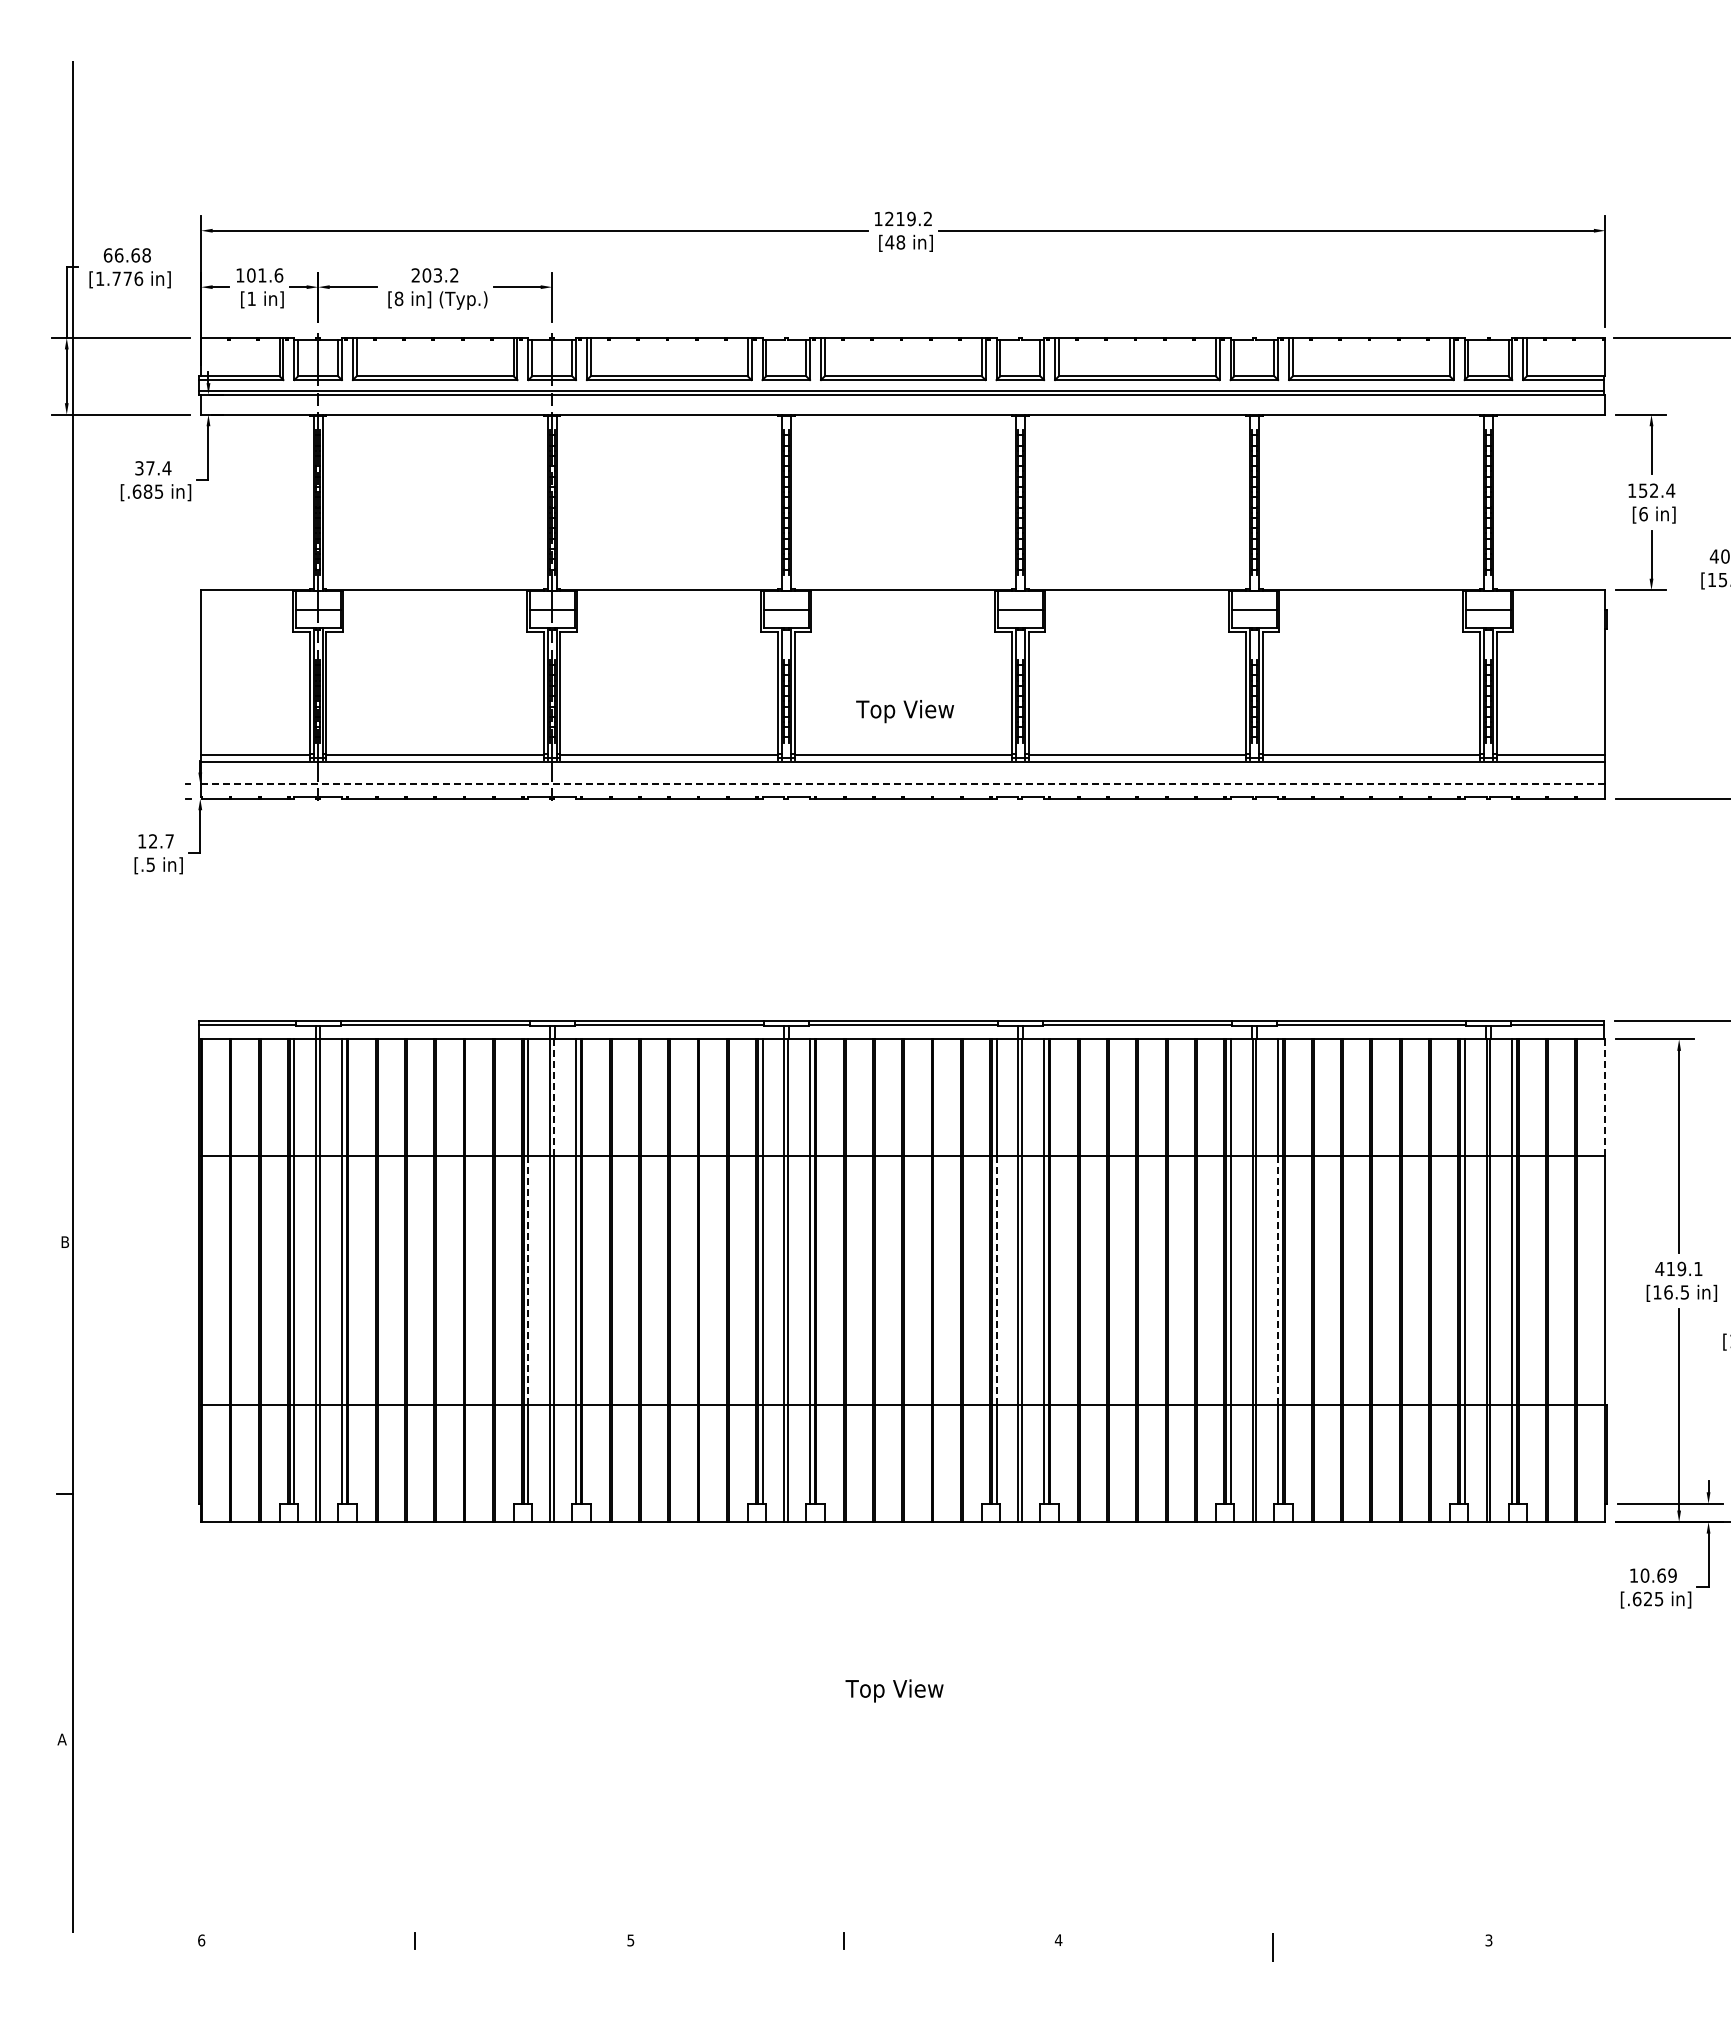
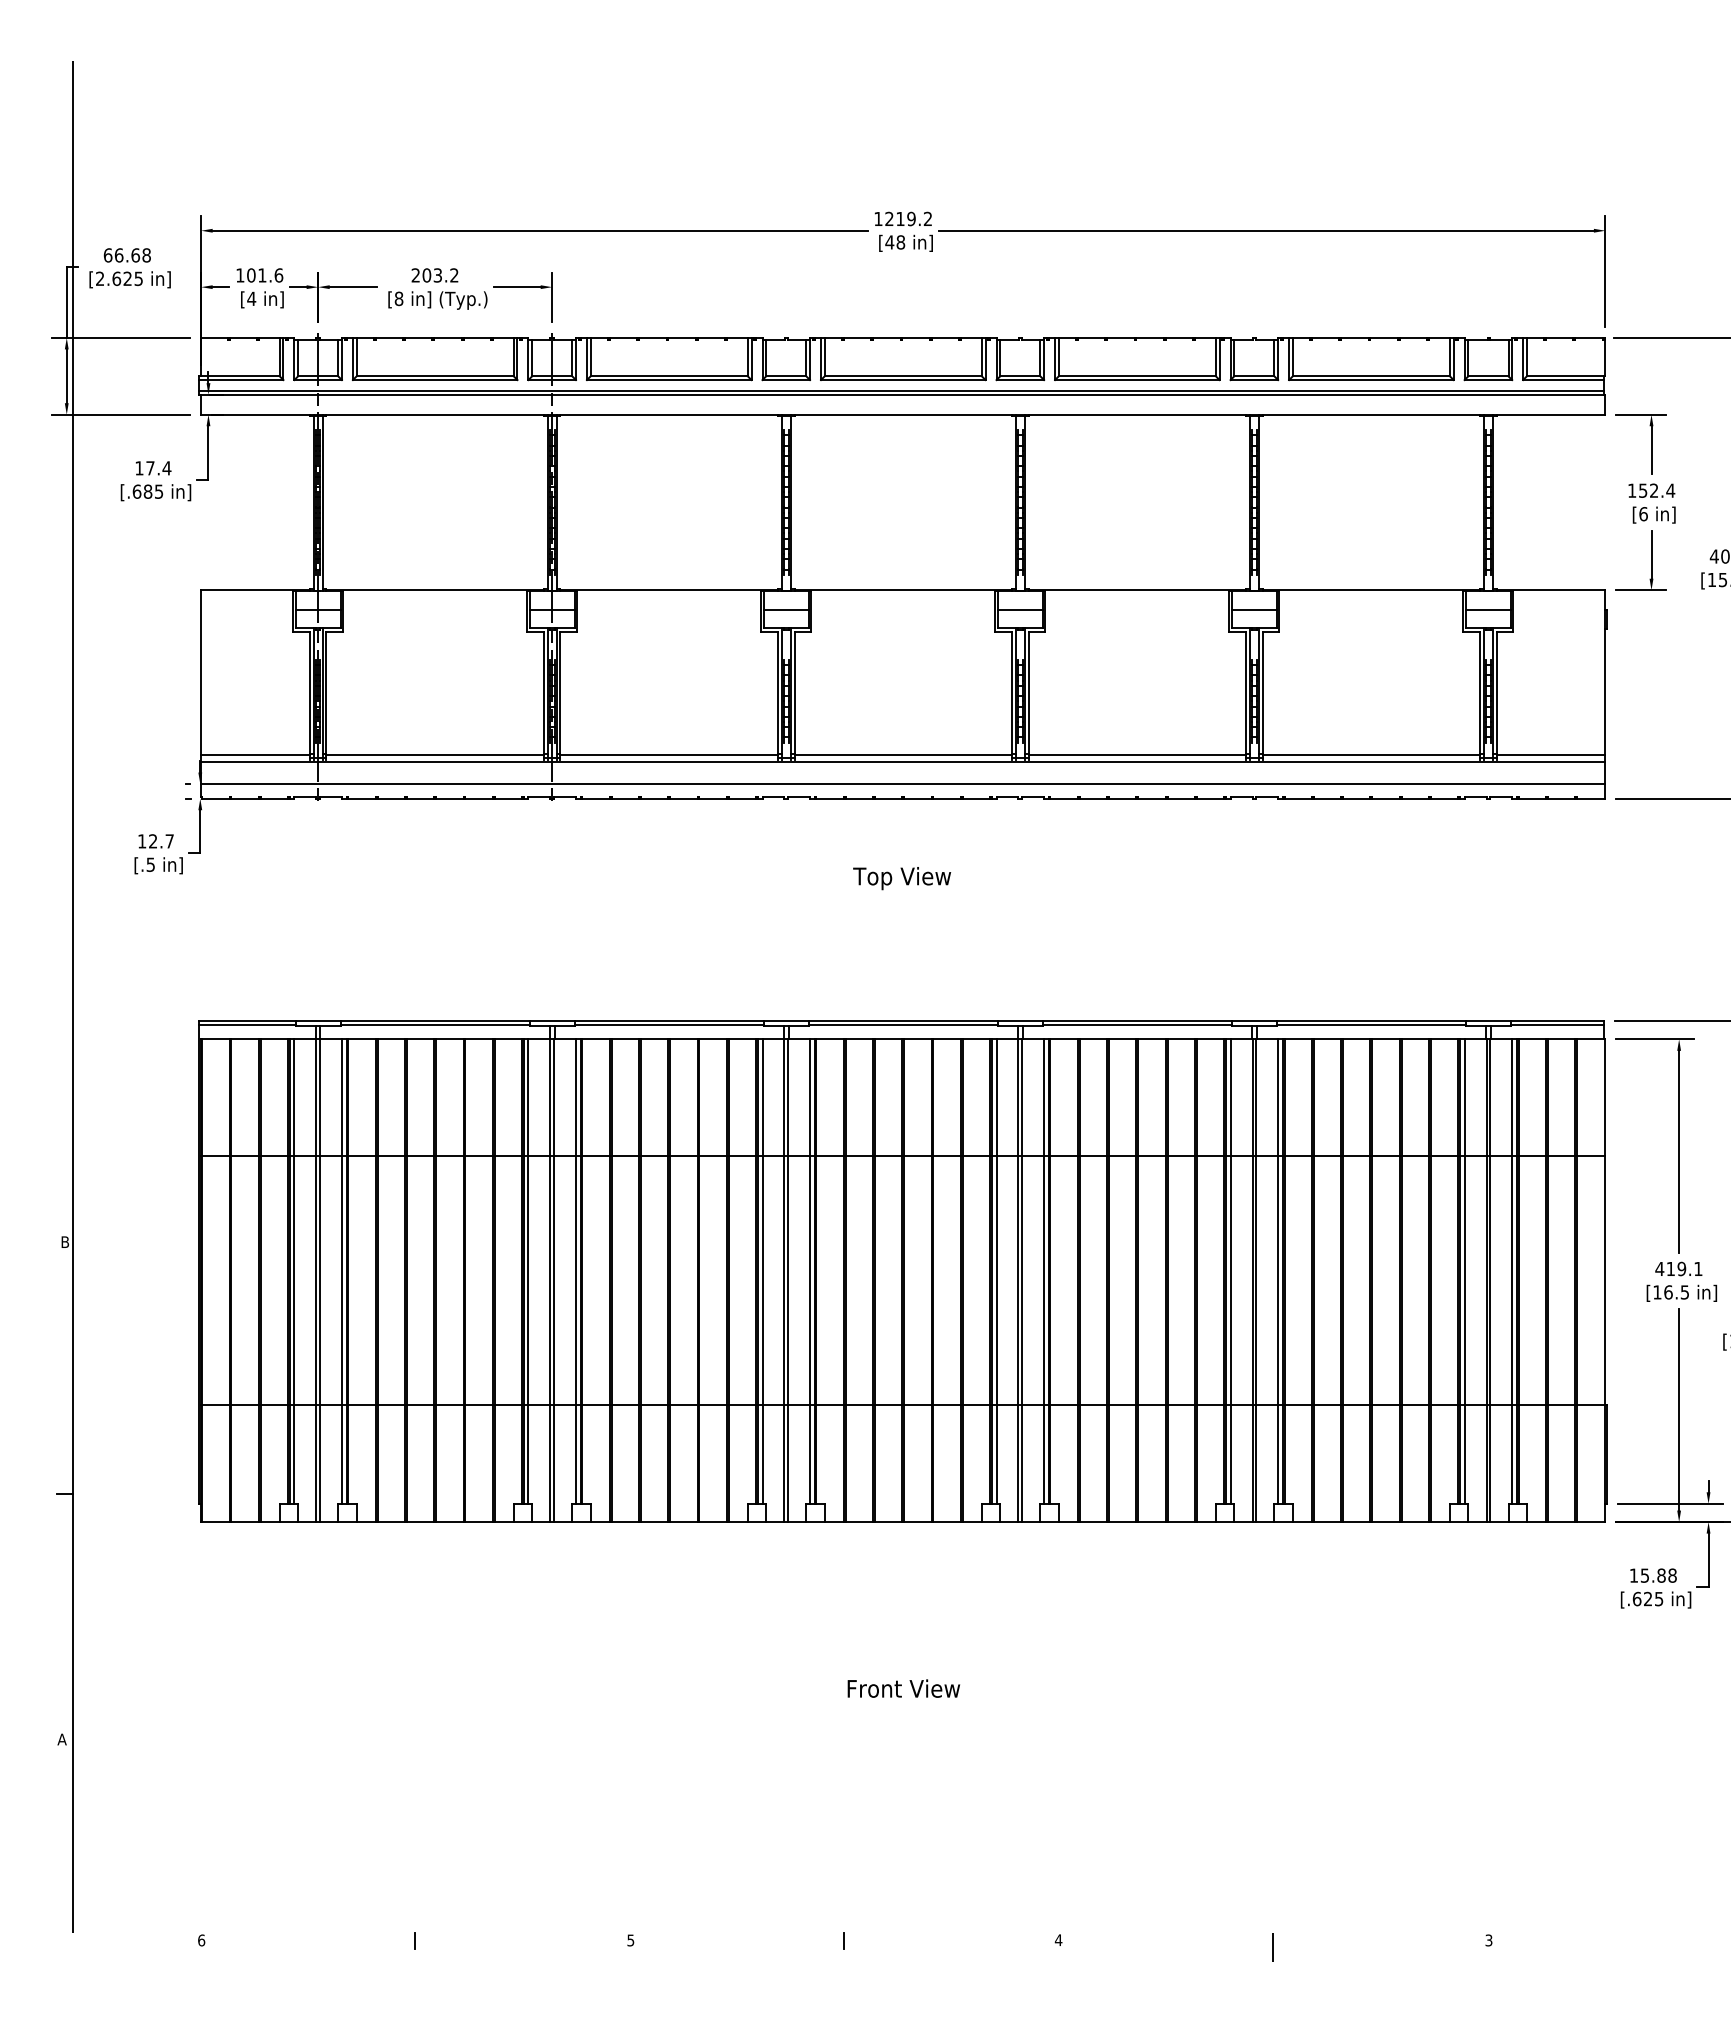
text at (119, 278): [1.776 -> [2.625
text at (251, 298): [1 -> [4
text at (139, 468): 37.4 -> 17.4
text at (905, 711) position: (905, 711) -> (902, 878)
line at (903, 784): dashed -> solid
line at (554, 1097): dashed -> solid
line at (1605, 1097): dashed -> solid
line at (528, 1280): dashed -> solid
line at (996, 1280): dashed -> solid
line at (1278, 1281): dashed -> solid
text at (1658, 1575): 10.69 -> 15.88
text at (902, 1690): Top View -> Front View
